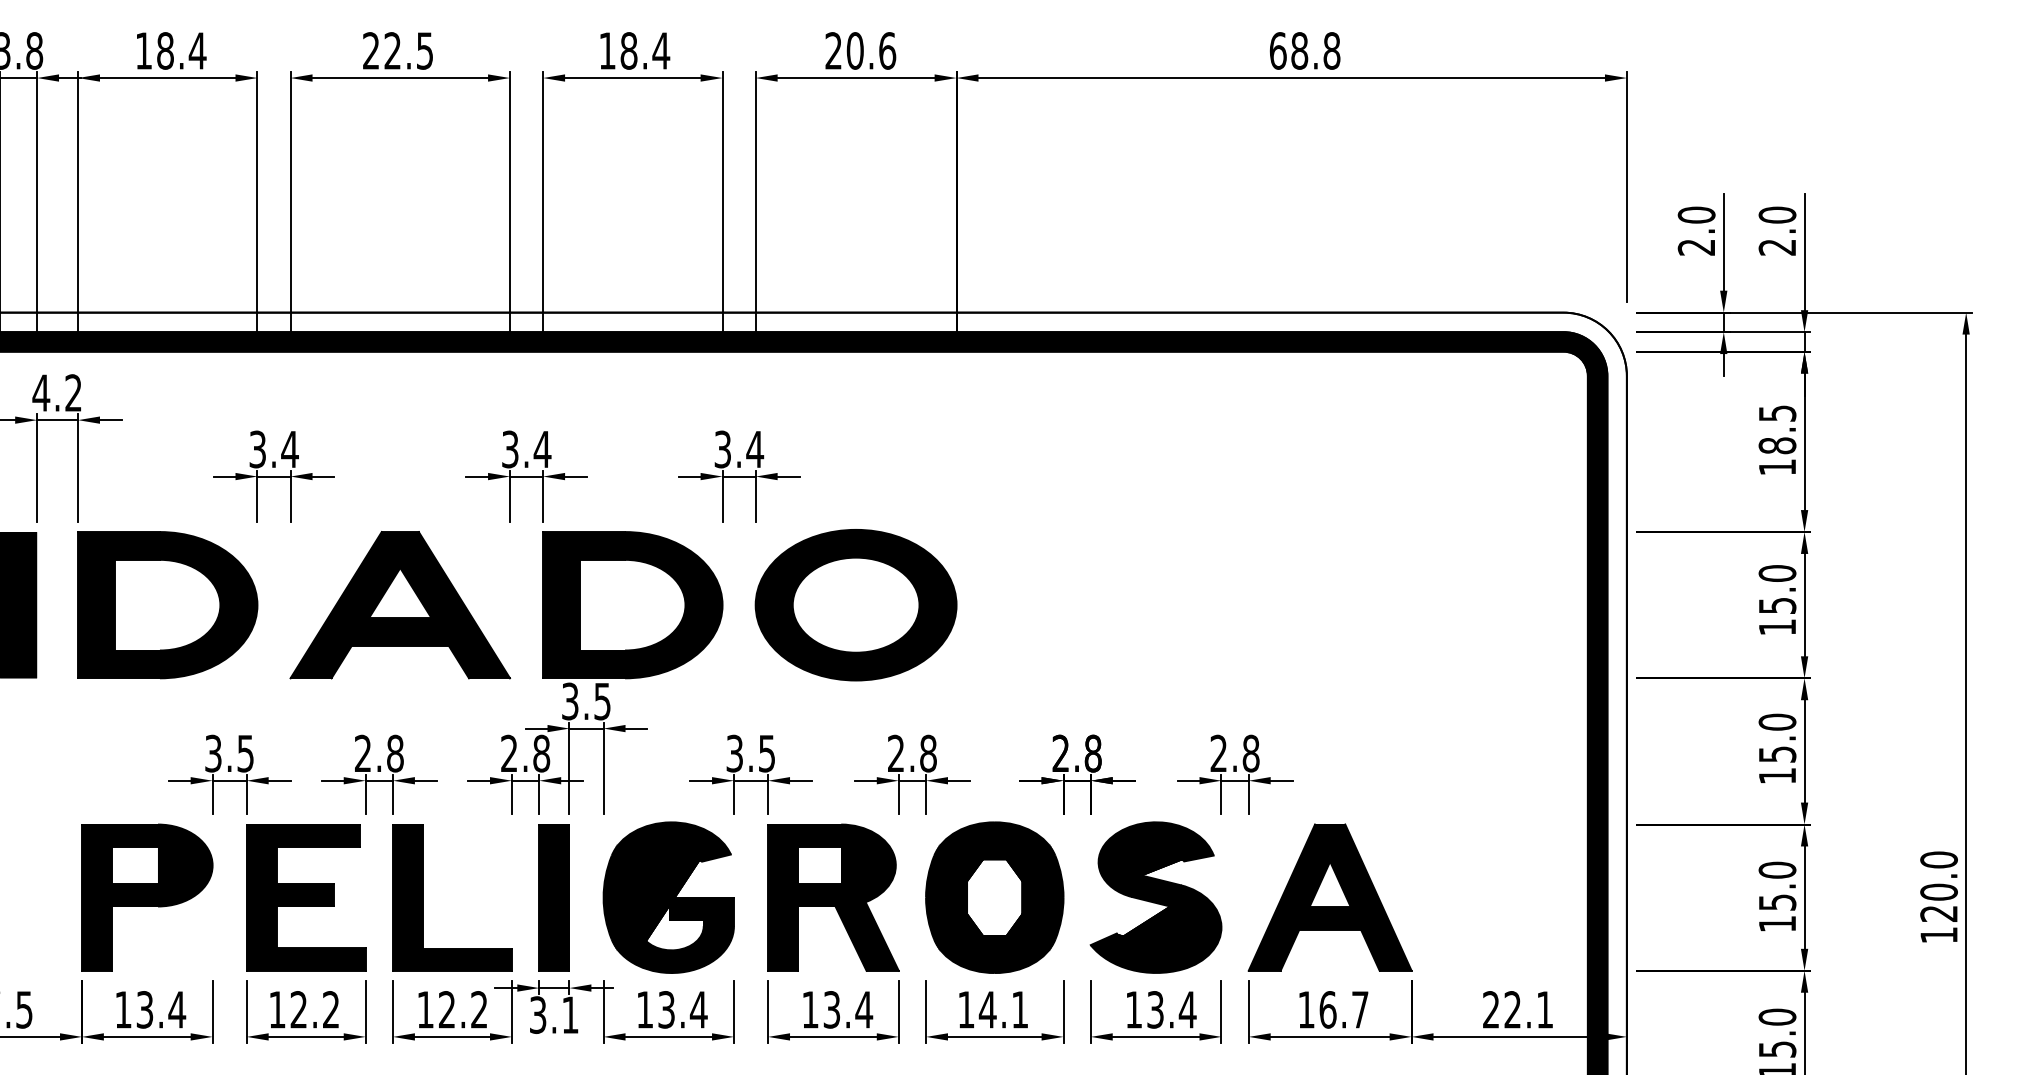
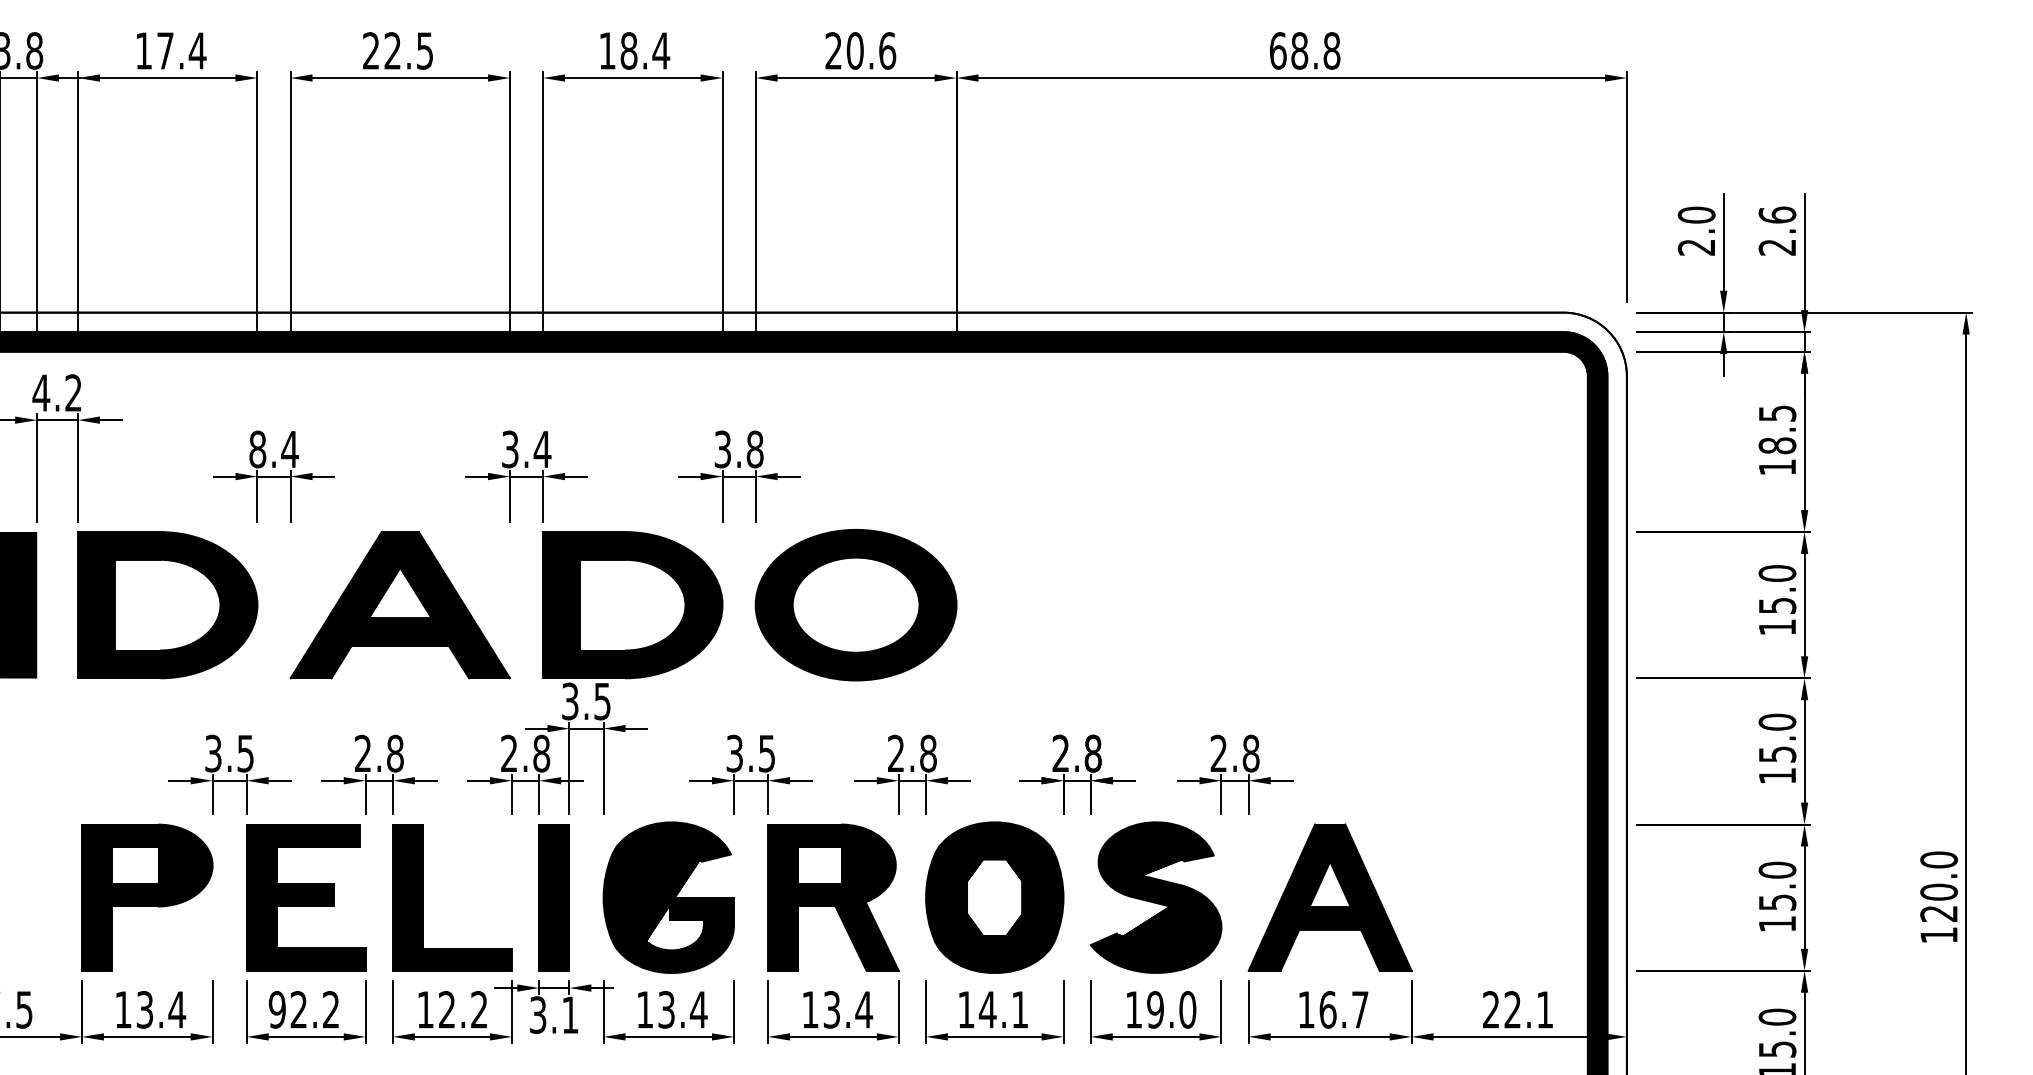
text at (165, 50): 18.4 -> 17.4
text at (1777, 214): 2.0 -> 2.6
text at (257, 449): 3.4 -> 8.4
text at (755, 449): 3.4 -> 3.8
text at (276, 1009): 12.2 -> 92.2
text at (1171, 1009): 13.4 -> 19.0
